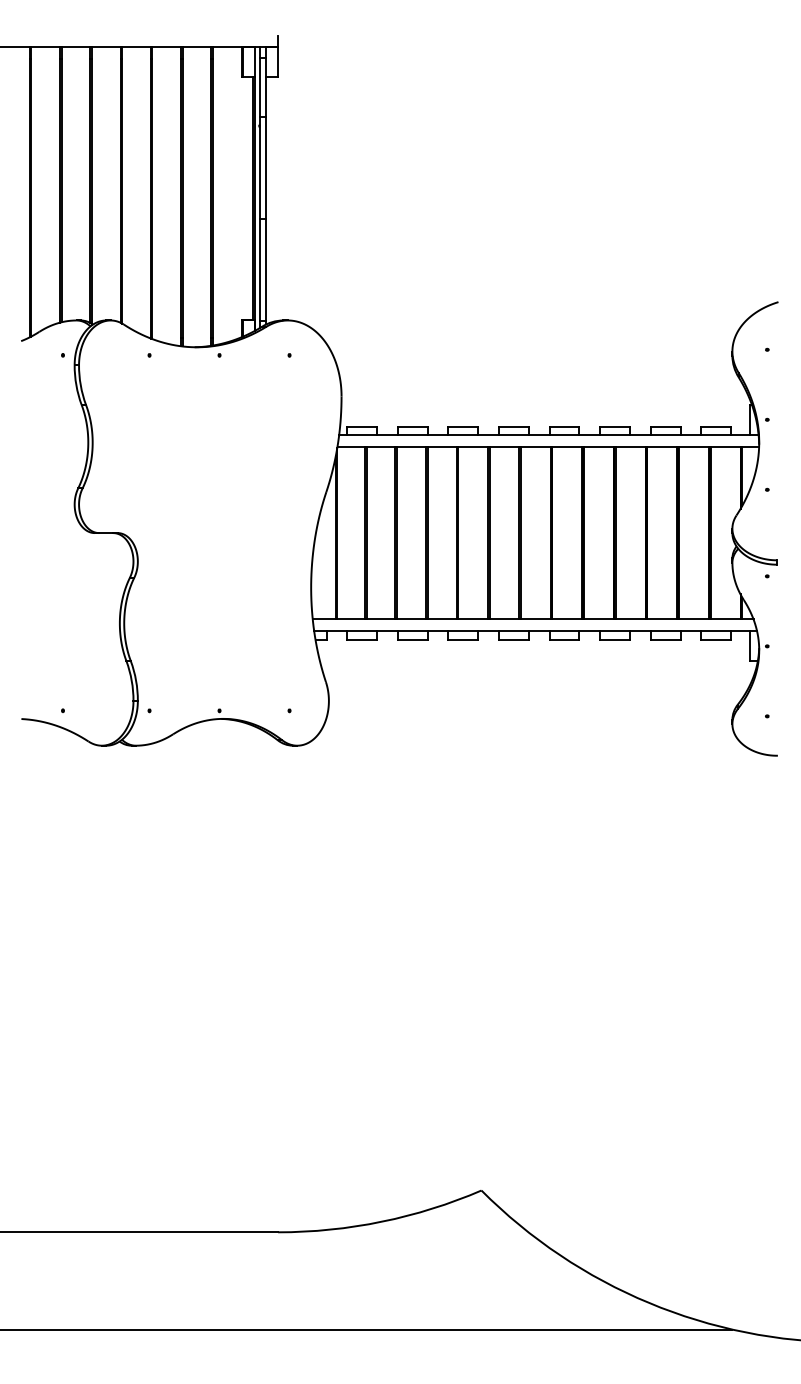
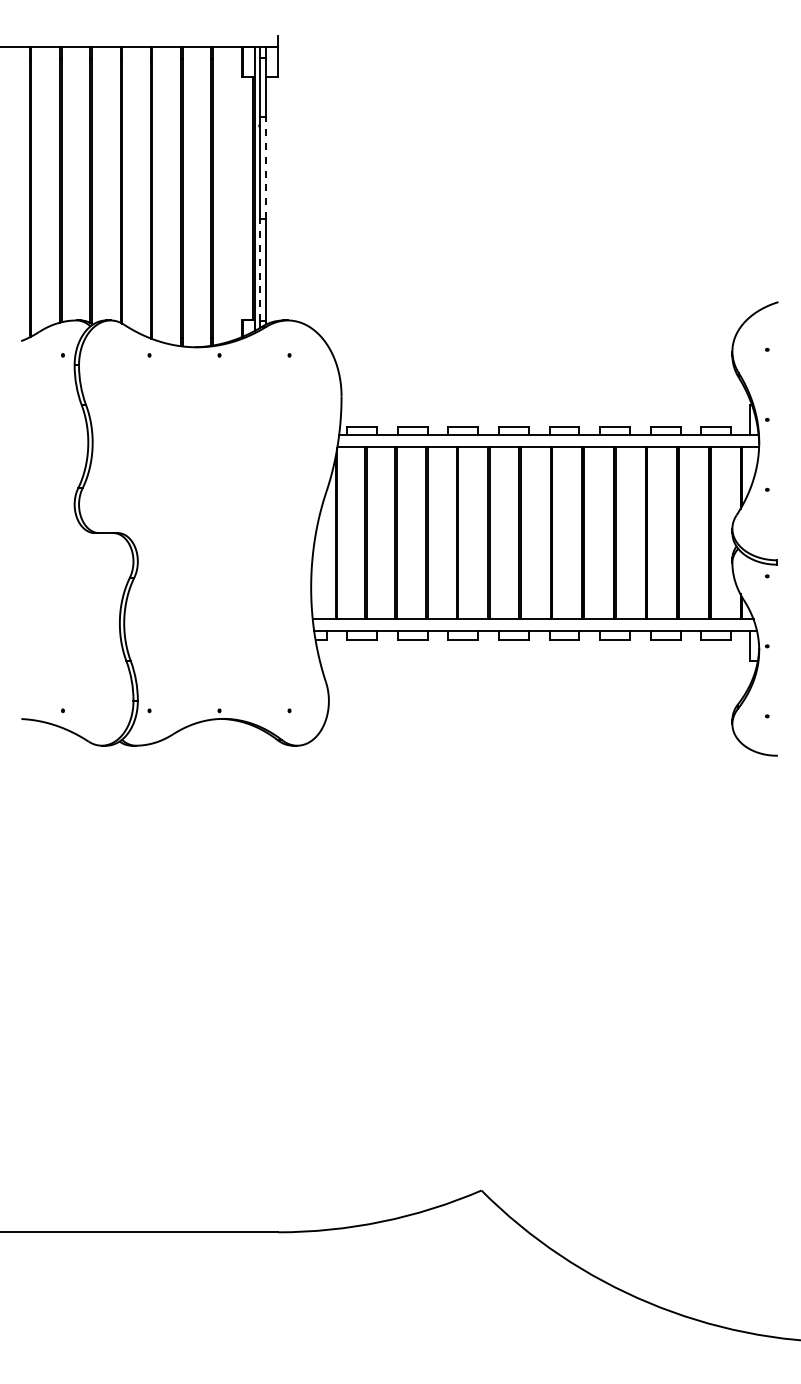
line at (266, 168): solid -> dashed
line at (260, 270): solid -> dashed
line at (367, 1329): present -> none
